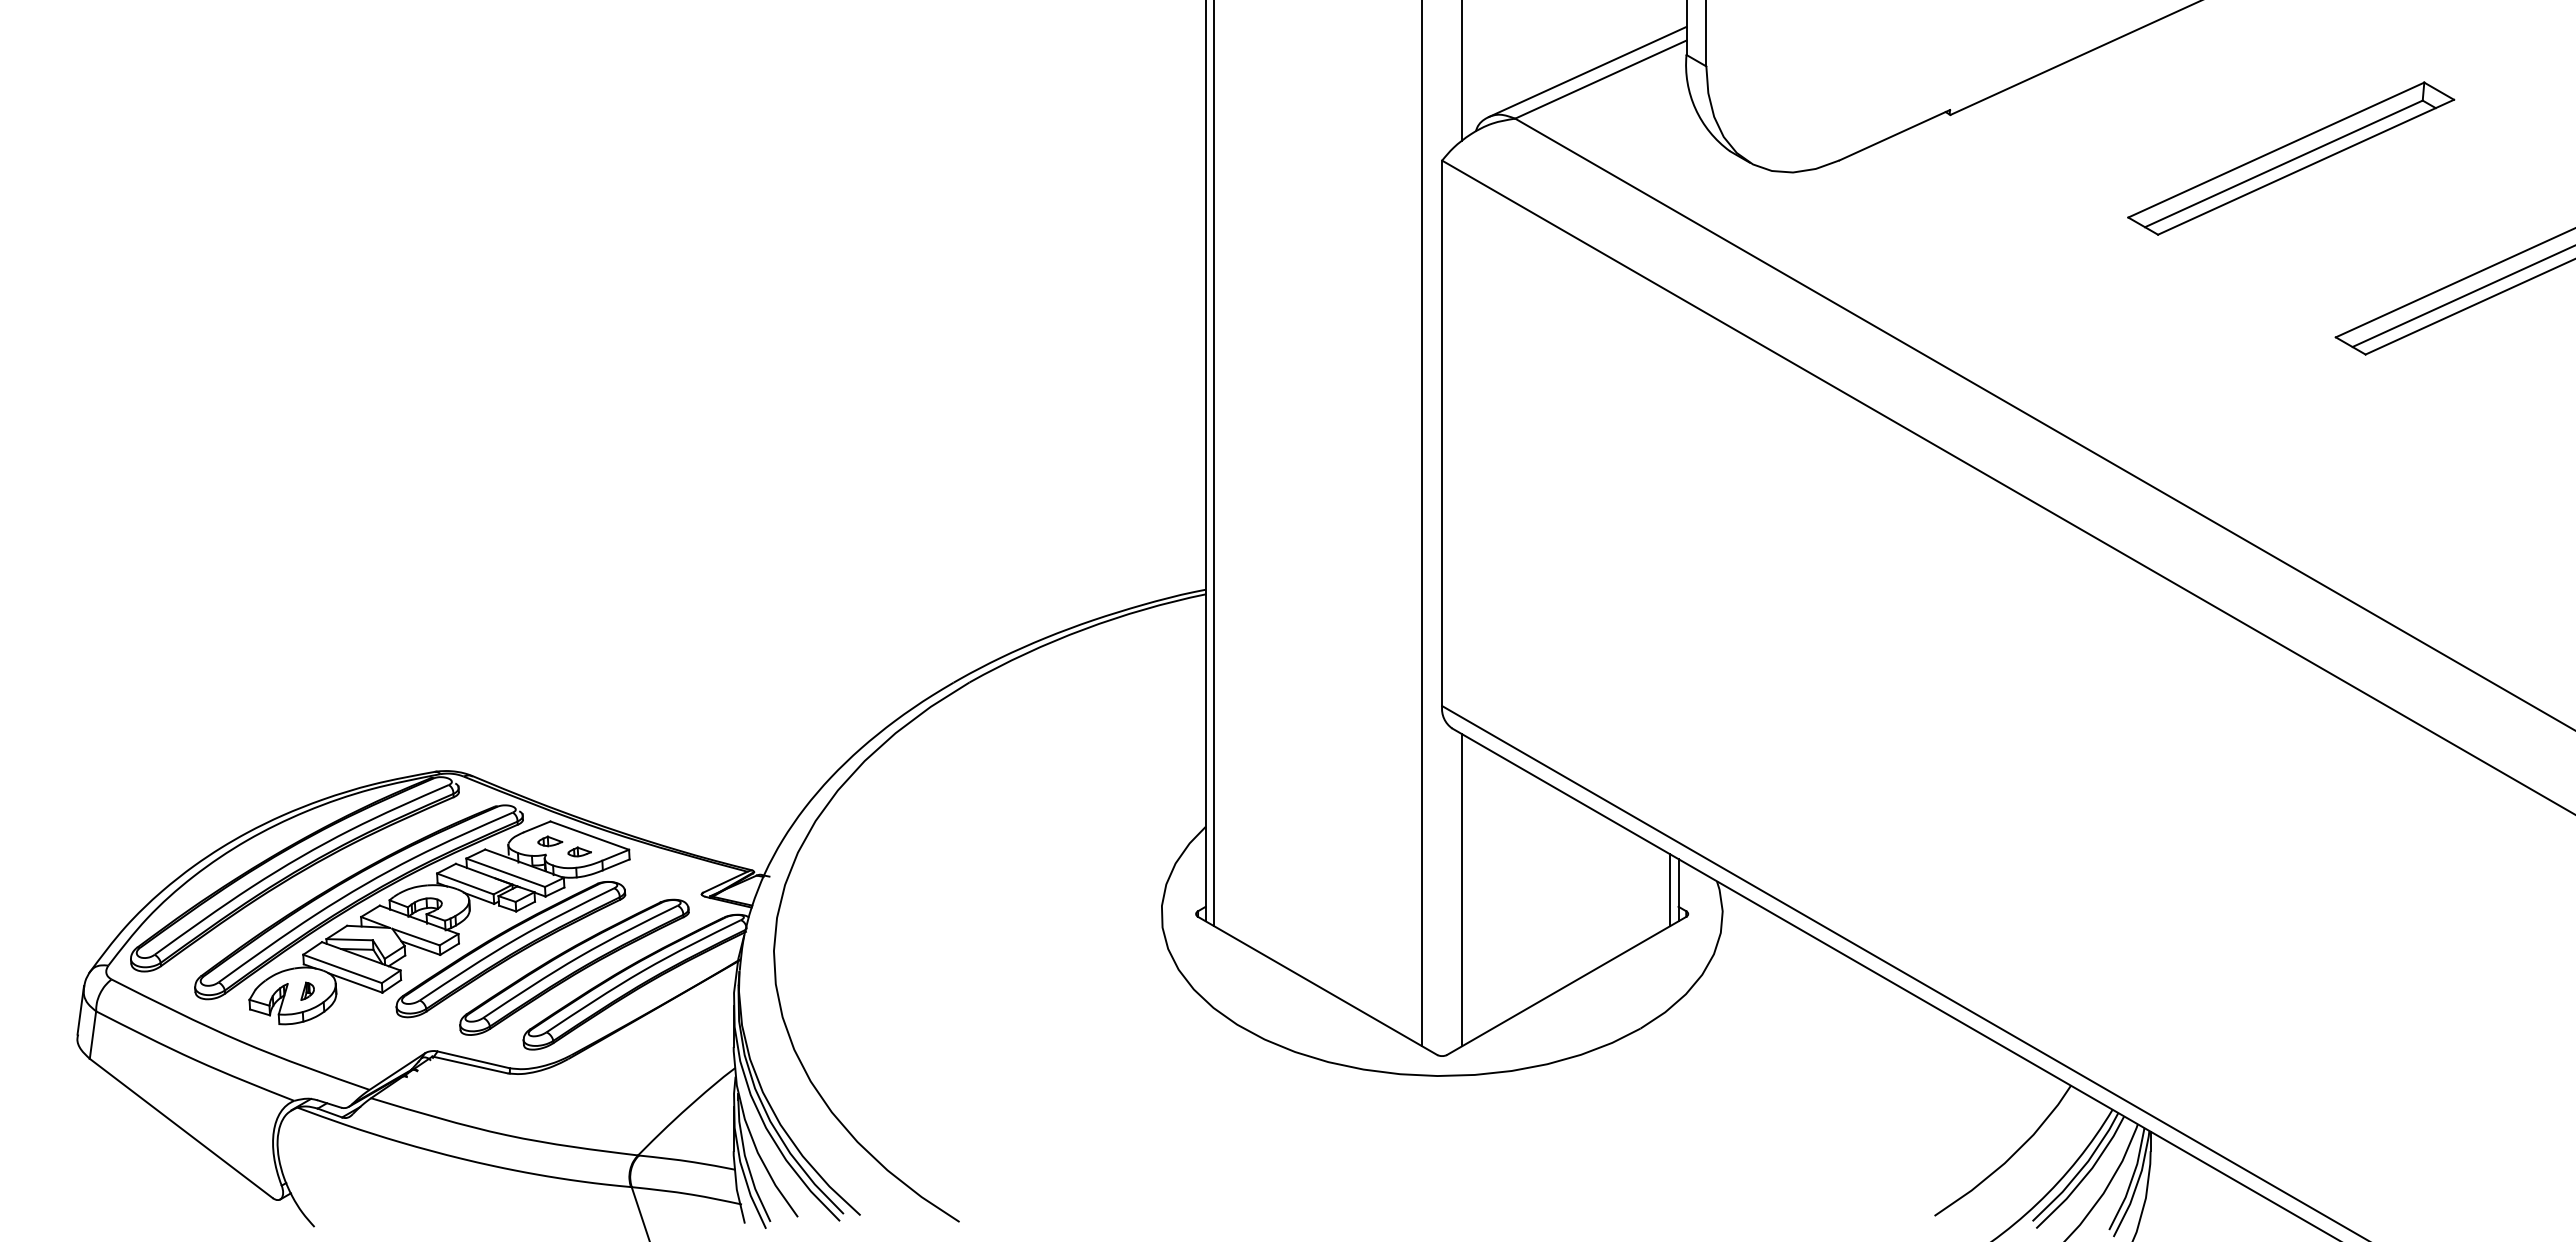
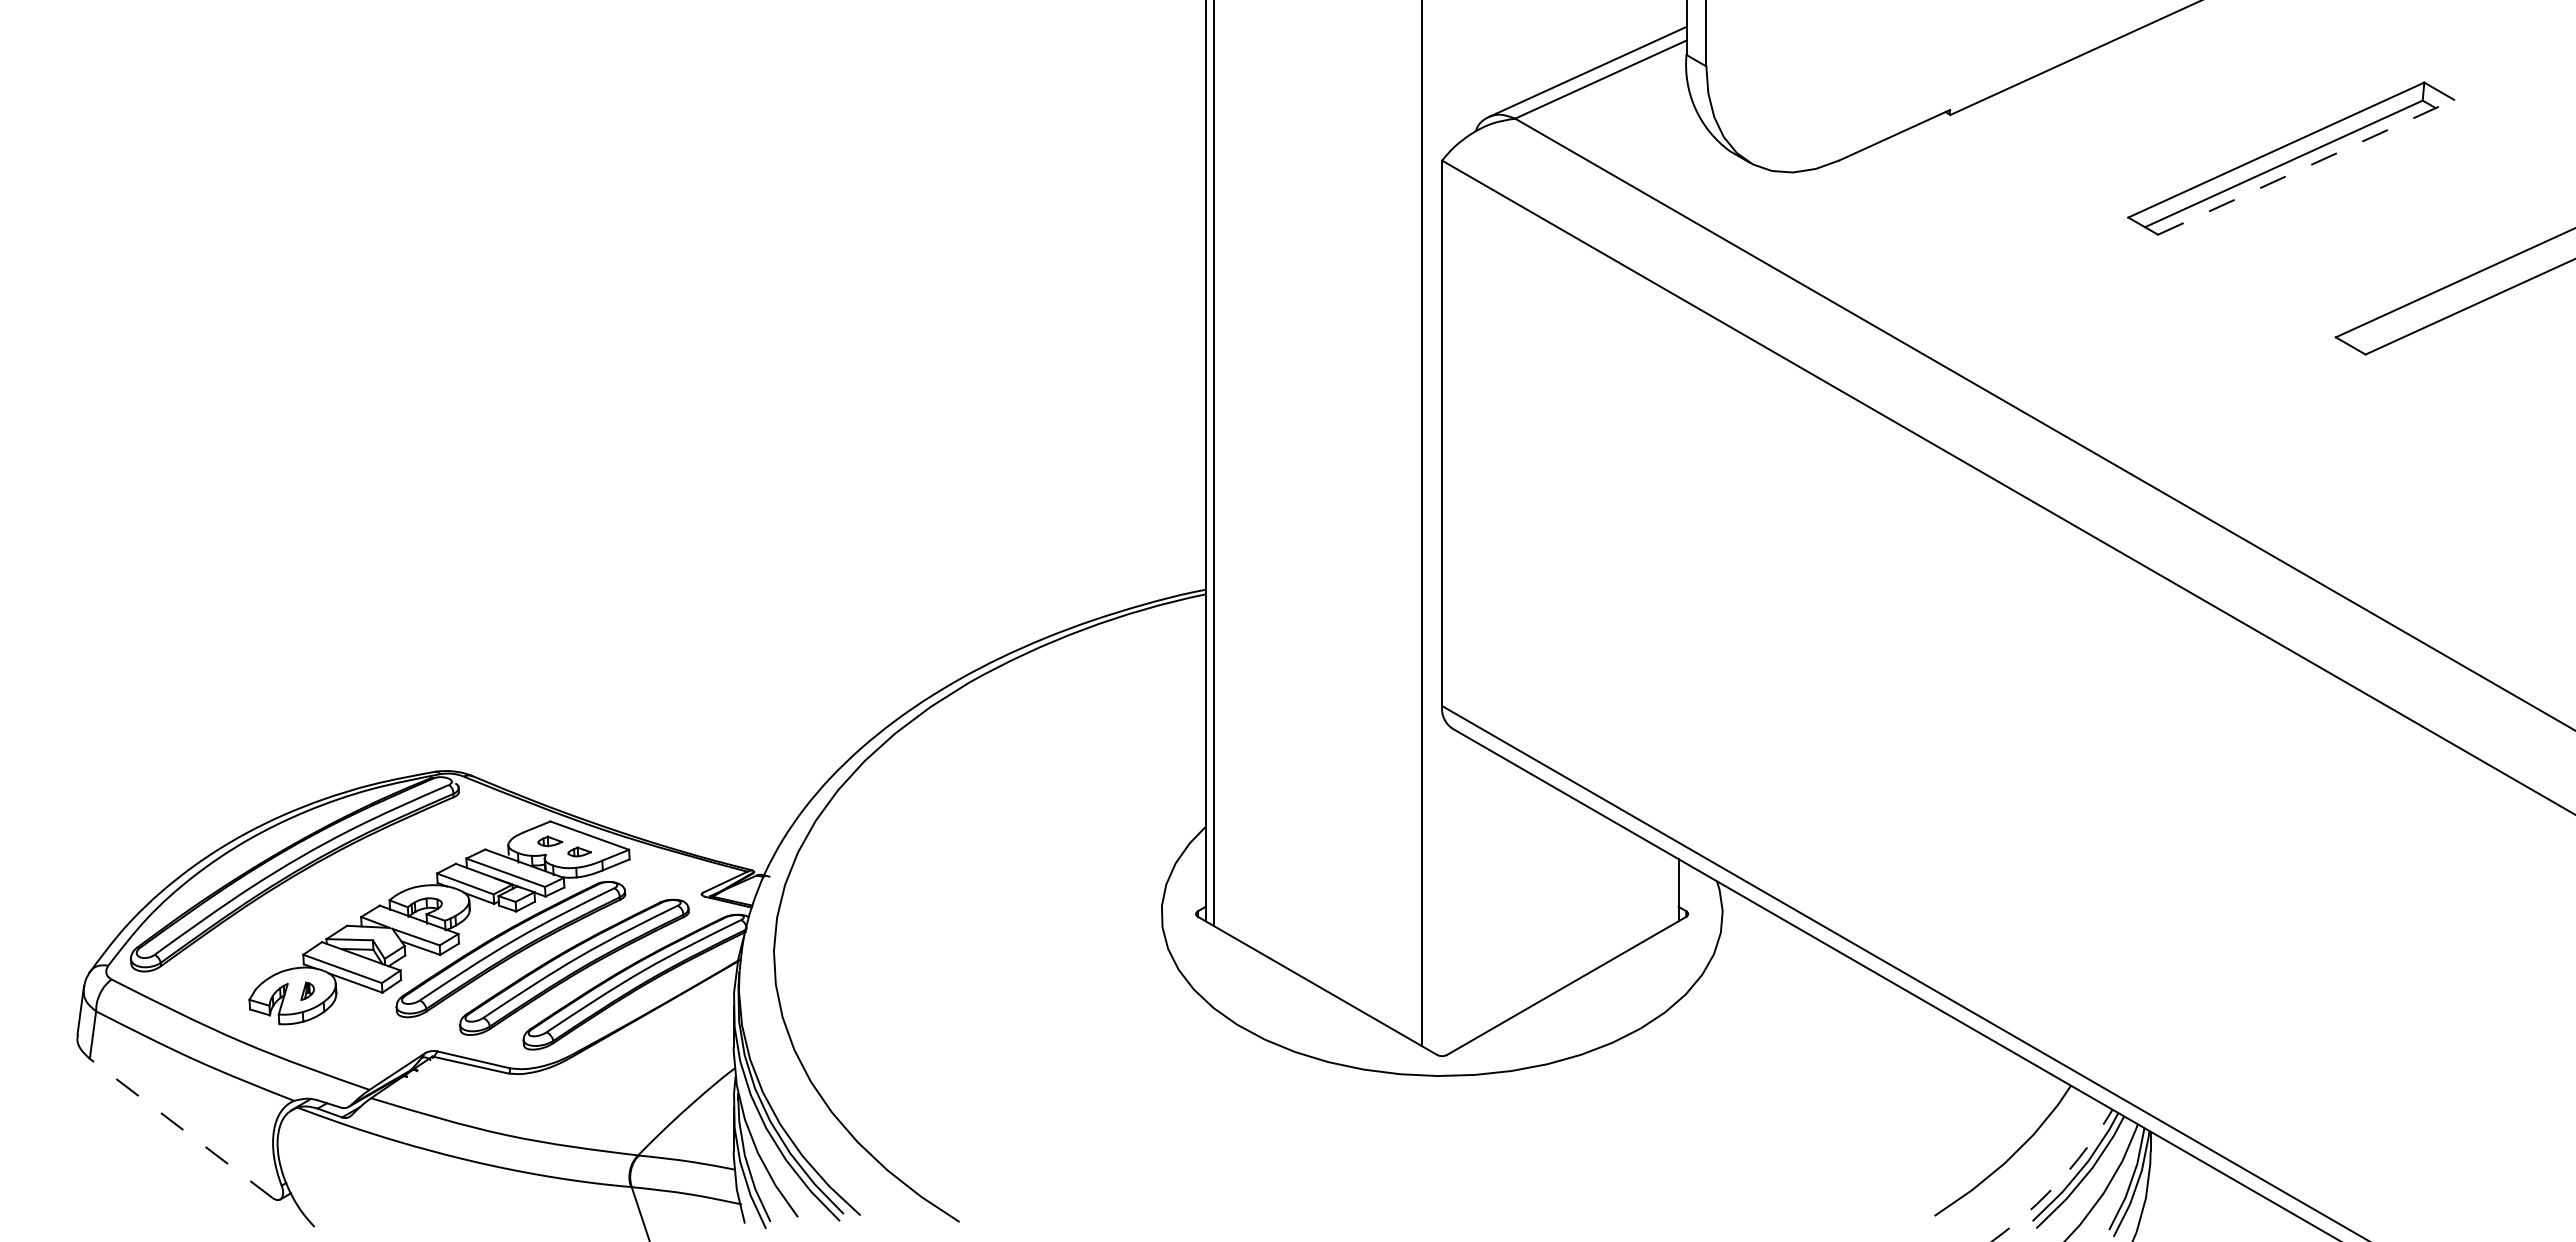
line at (1462, 71): present -> none
line at (2306, 167): solid -> dashed
line at (2462, 296): present -> none
line at (1462, 890): present -> none
line at (1670, 890): present -> none
part at (358, 902): present -> none
line at (181, 1128): solid -> dashed
arc at (2058, 1182): solid -> dashed
